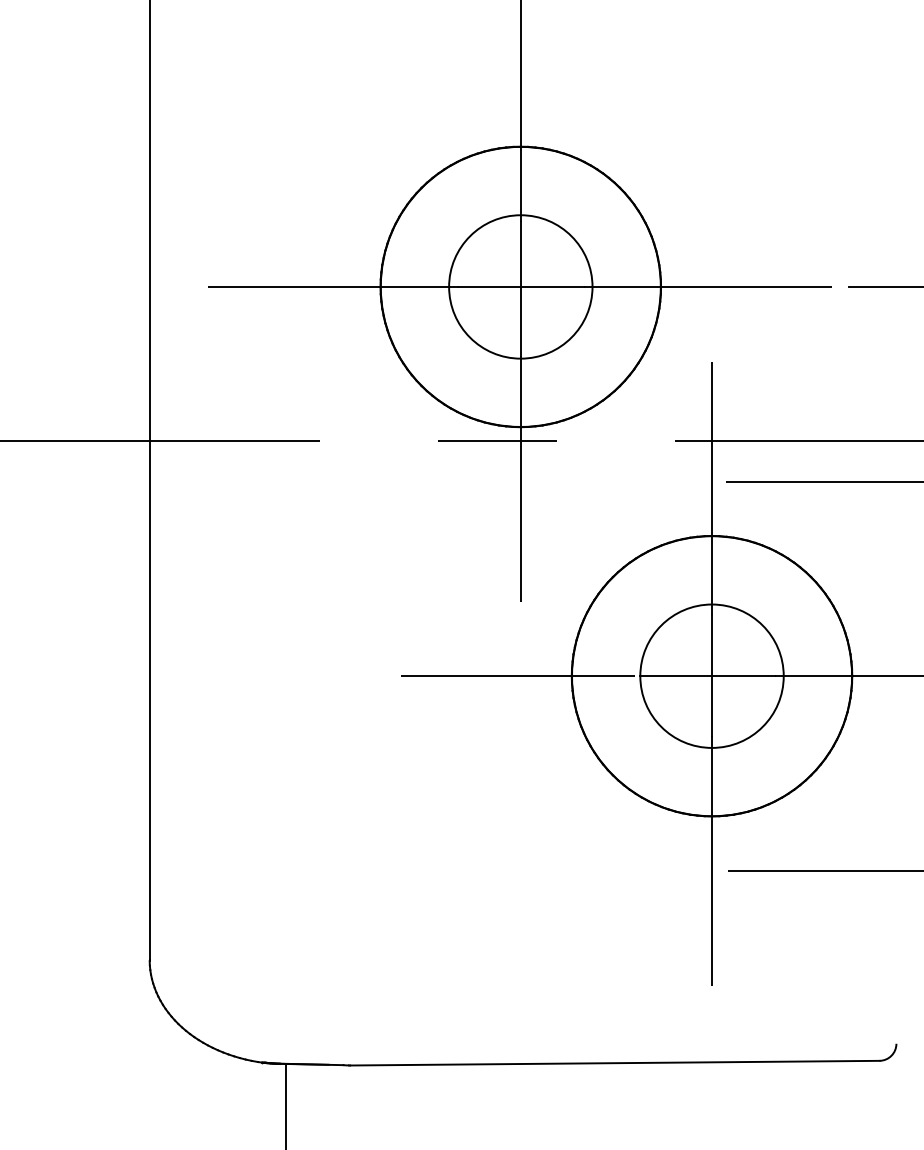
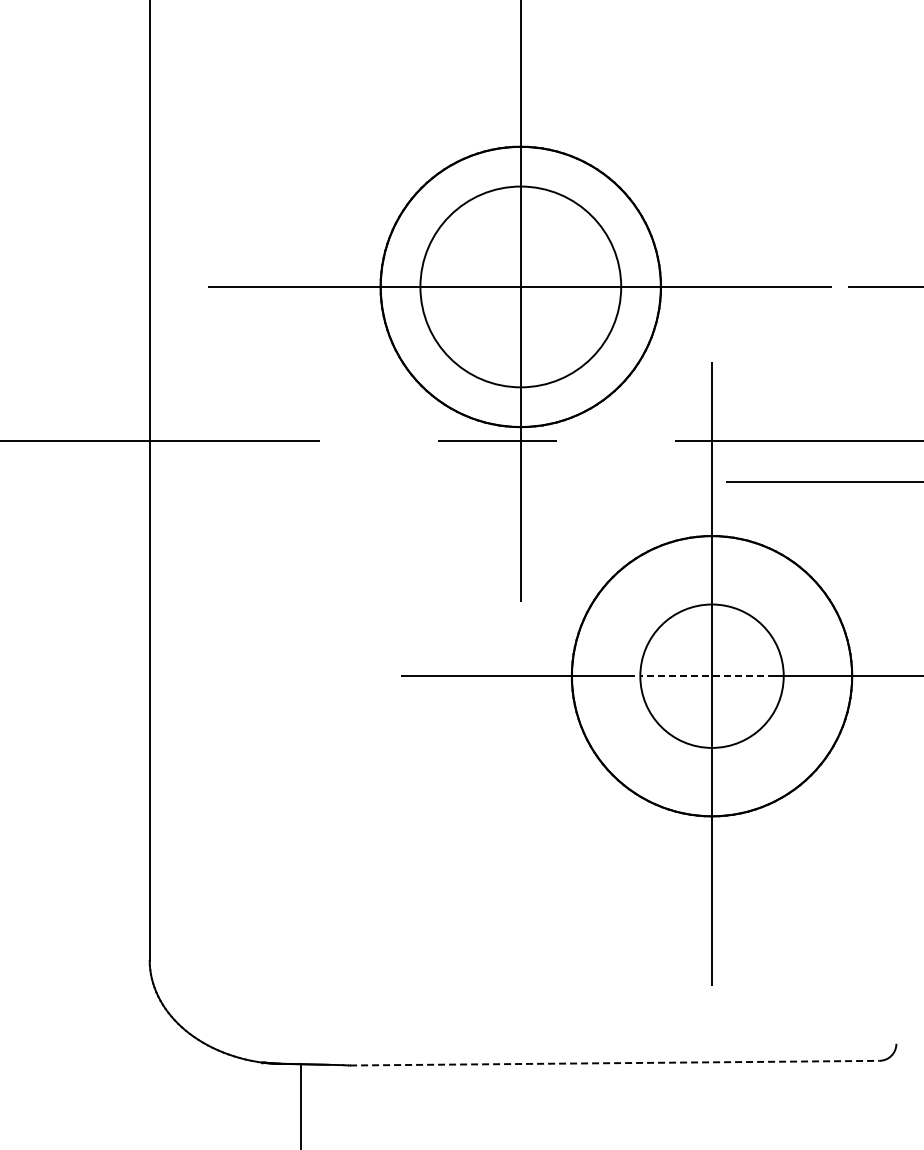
circle at (520, 286) diameter: 143 px -> 201 px
line at (707, 676): solid -> dashed
line at (824, 870): present -> none
line at (614, 1063): solid -> dashed
line at (285, 1104) position: (285, 1104) -> (300, 1104)
